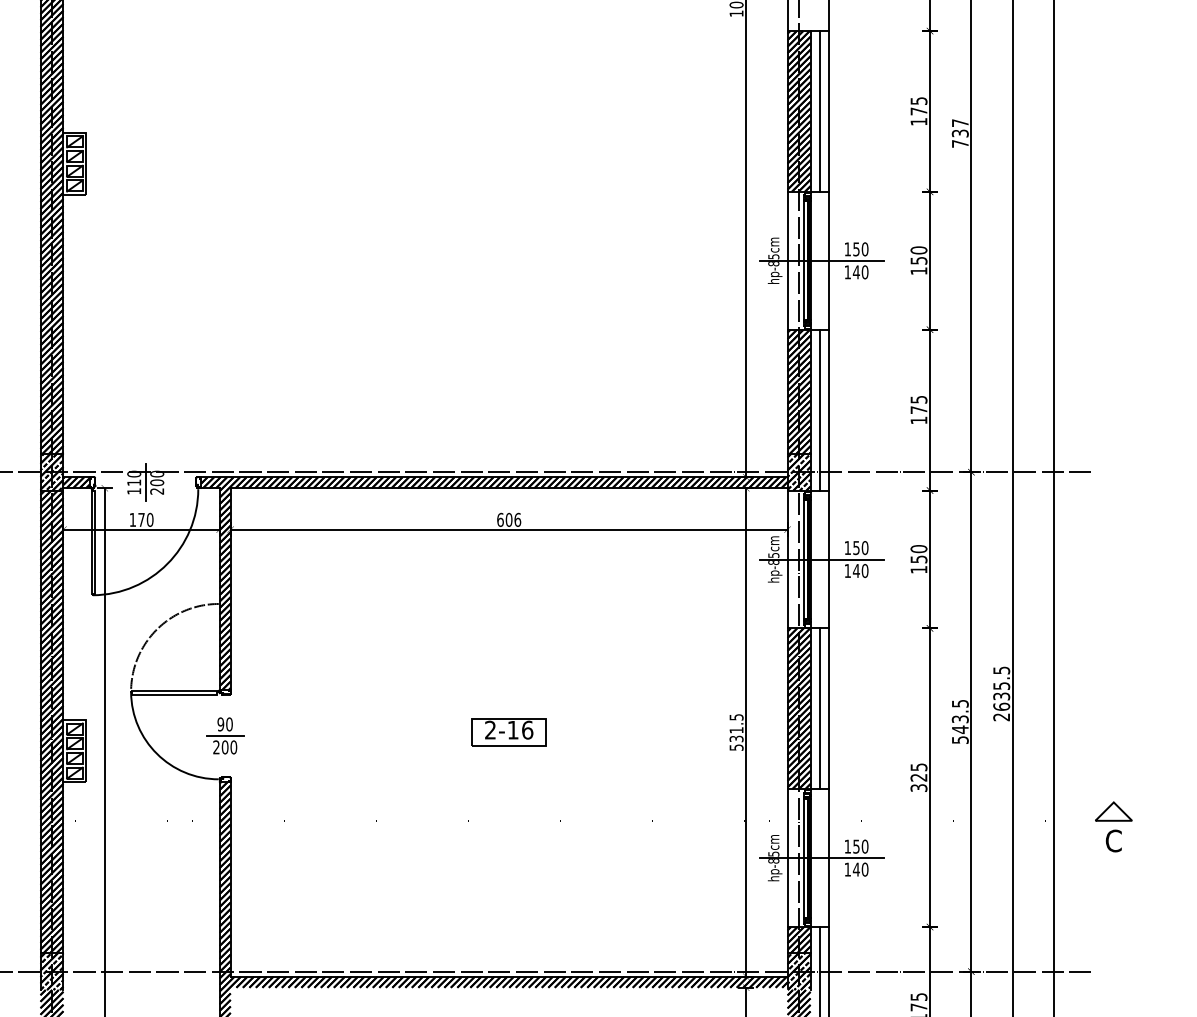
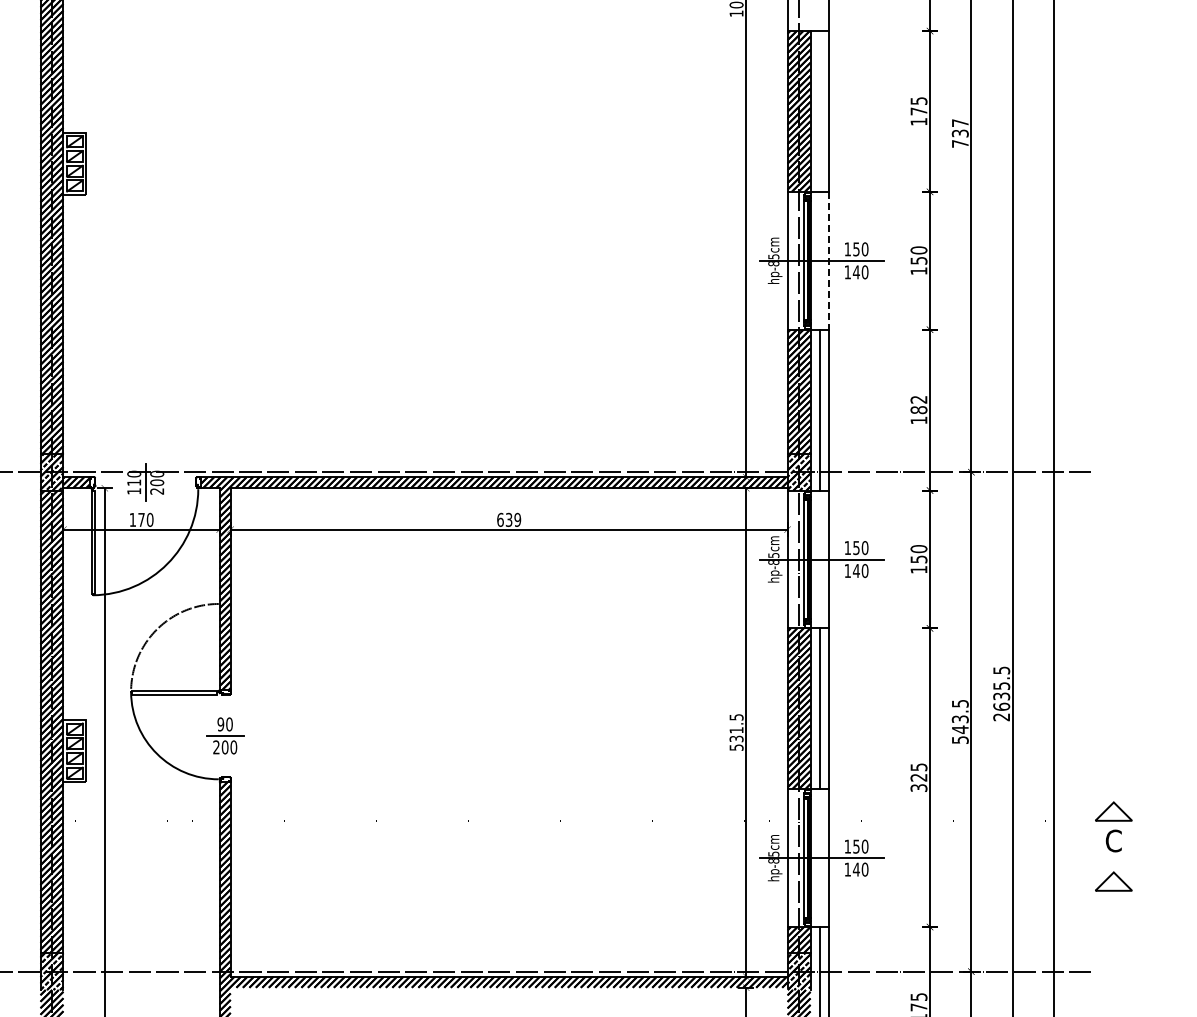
line at (819, 111): present -> none
line at (828, 260): solid -> dashed
text at (918, 405): 175 -> 182
text at (513, 519): 606 -> 639
part at (508, 732): present -> none
part at (1113, 881): none -> present
